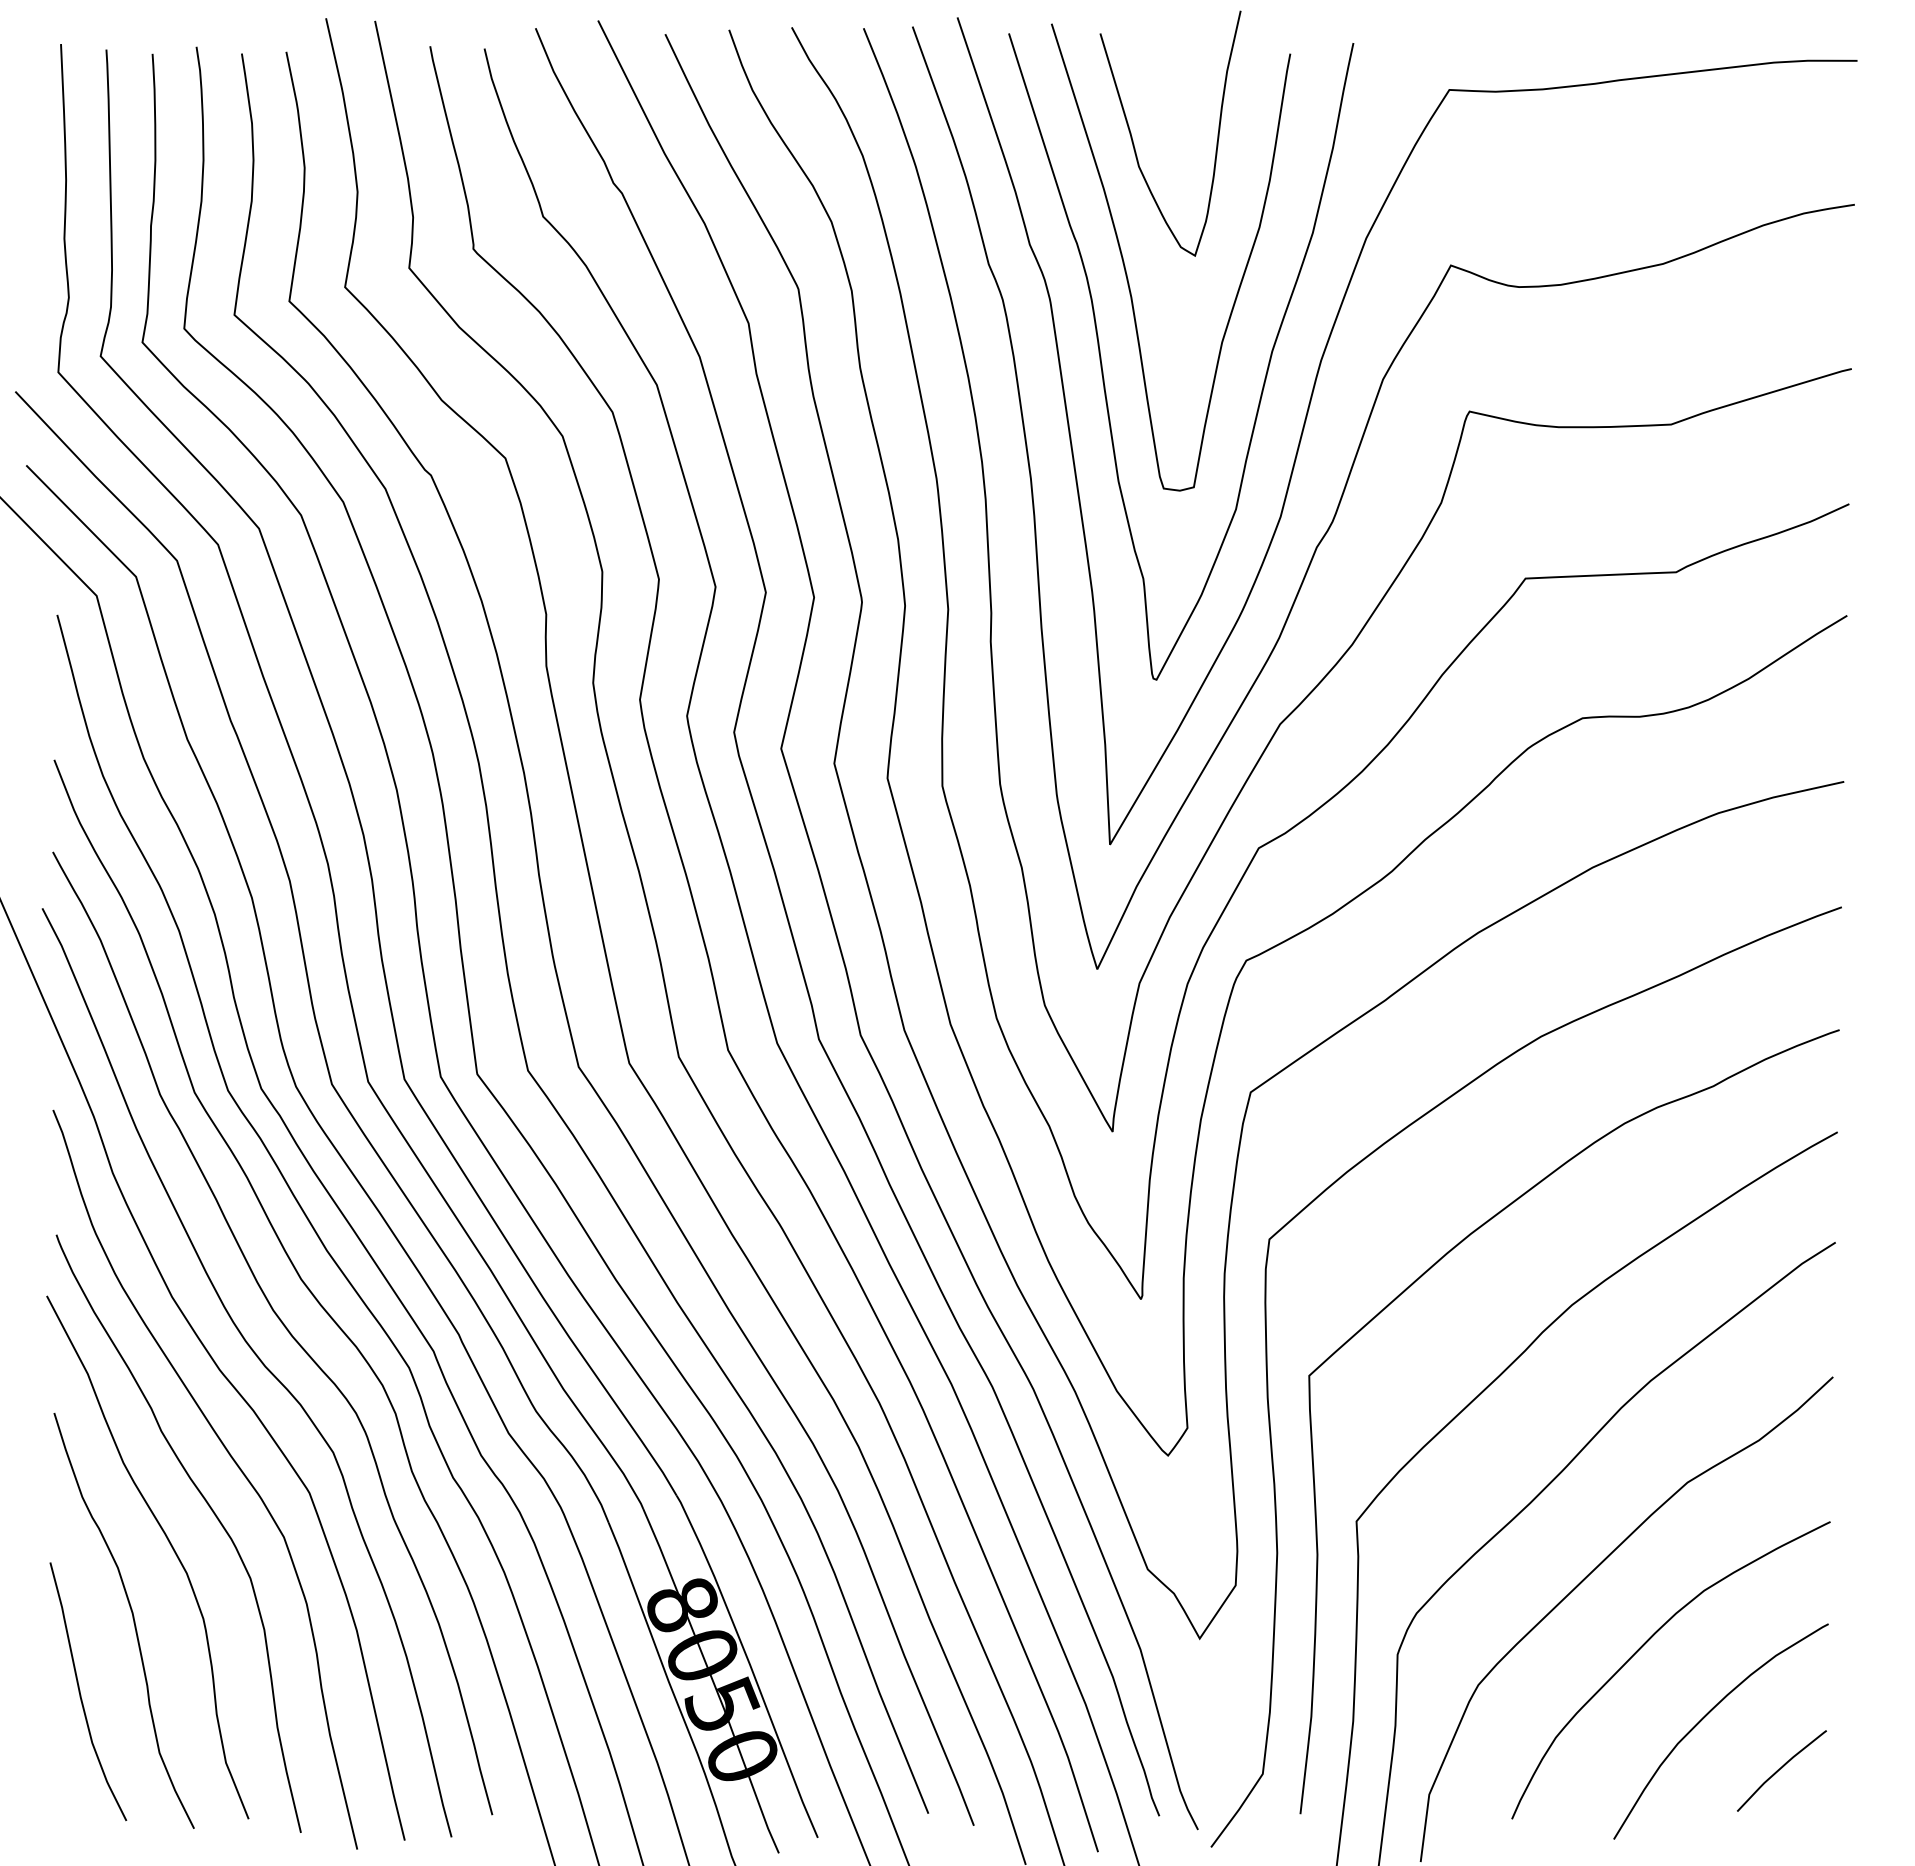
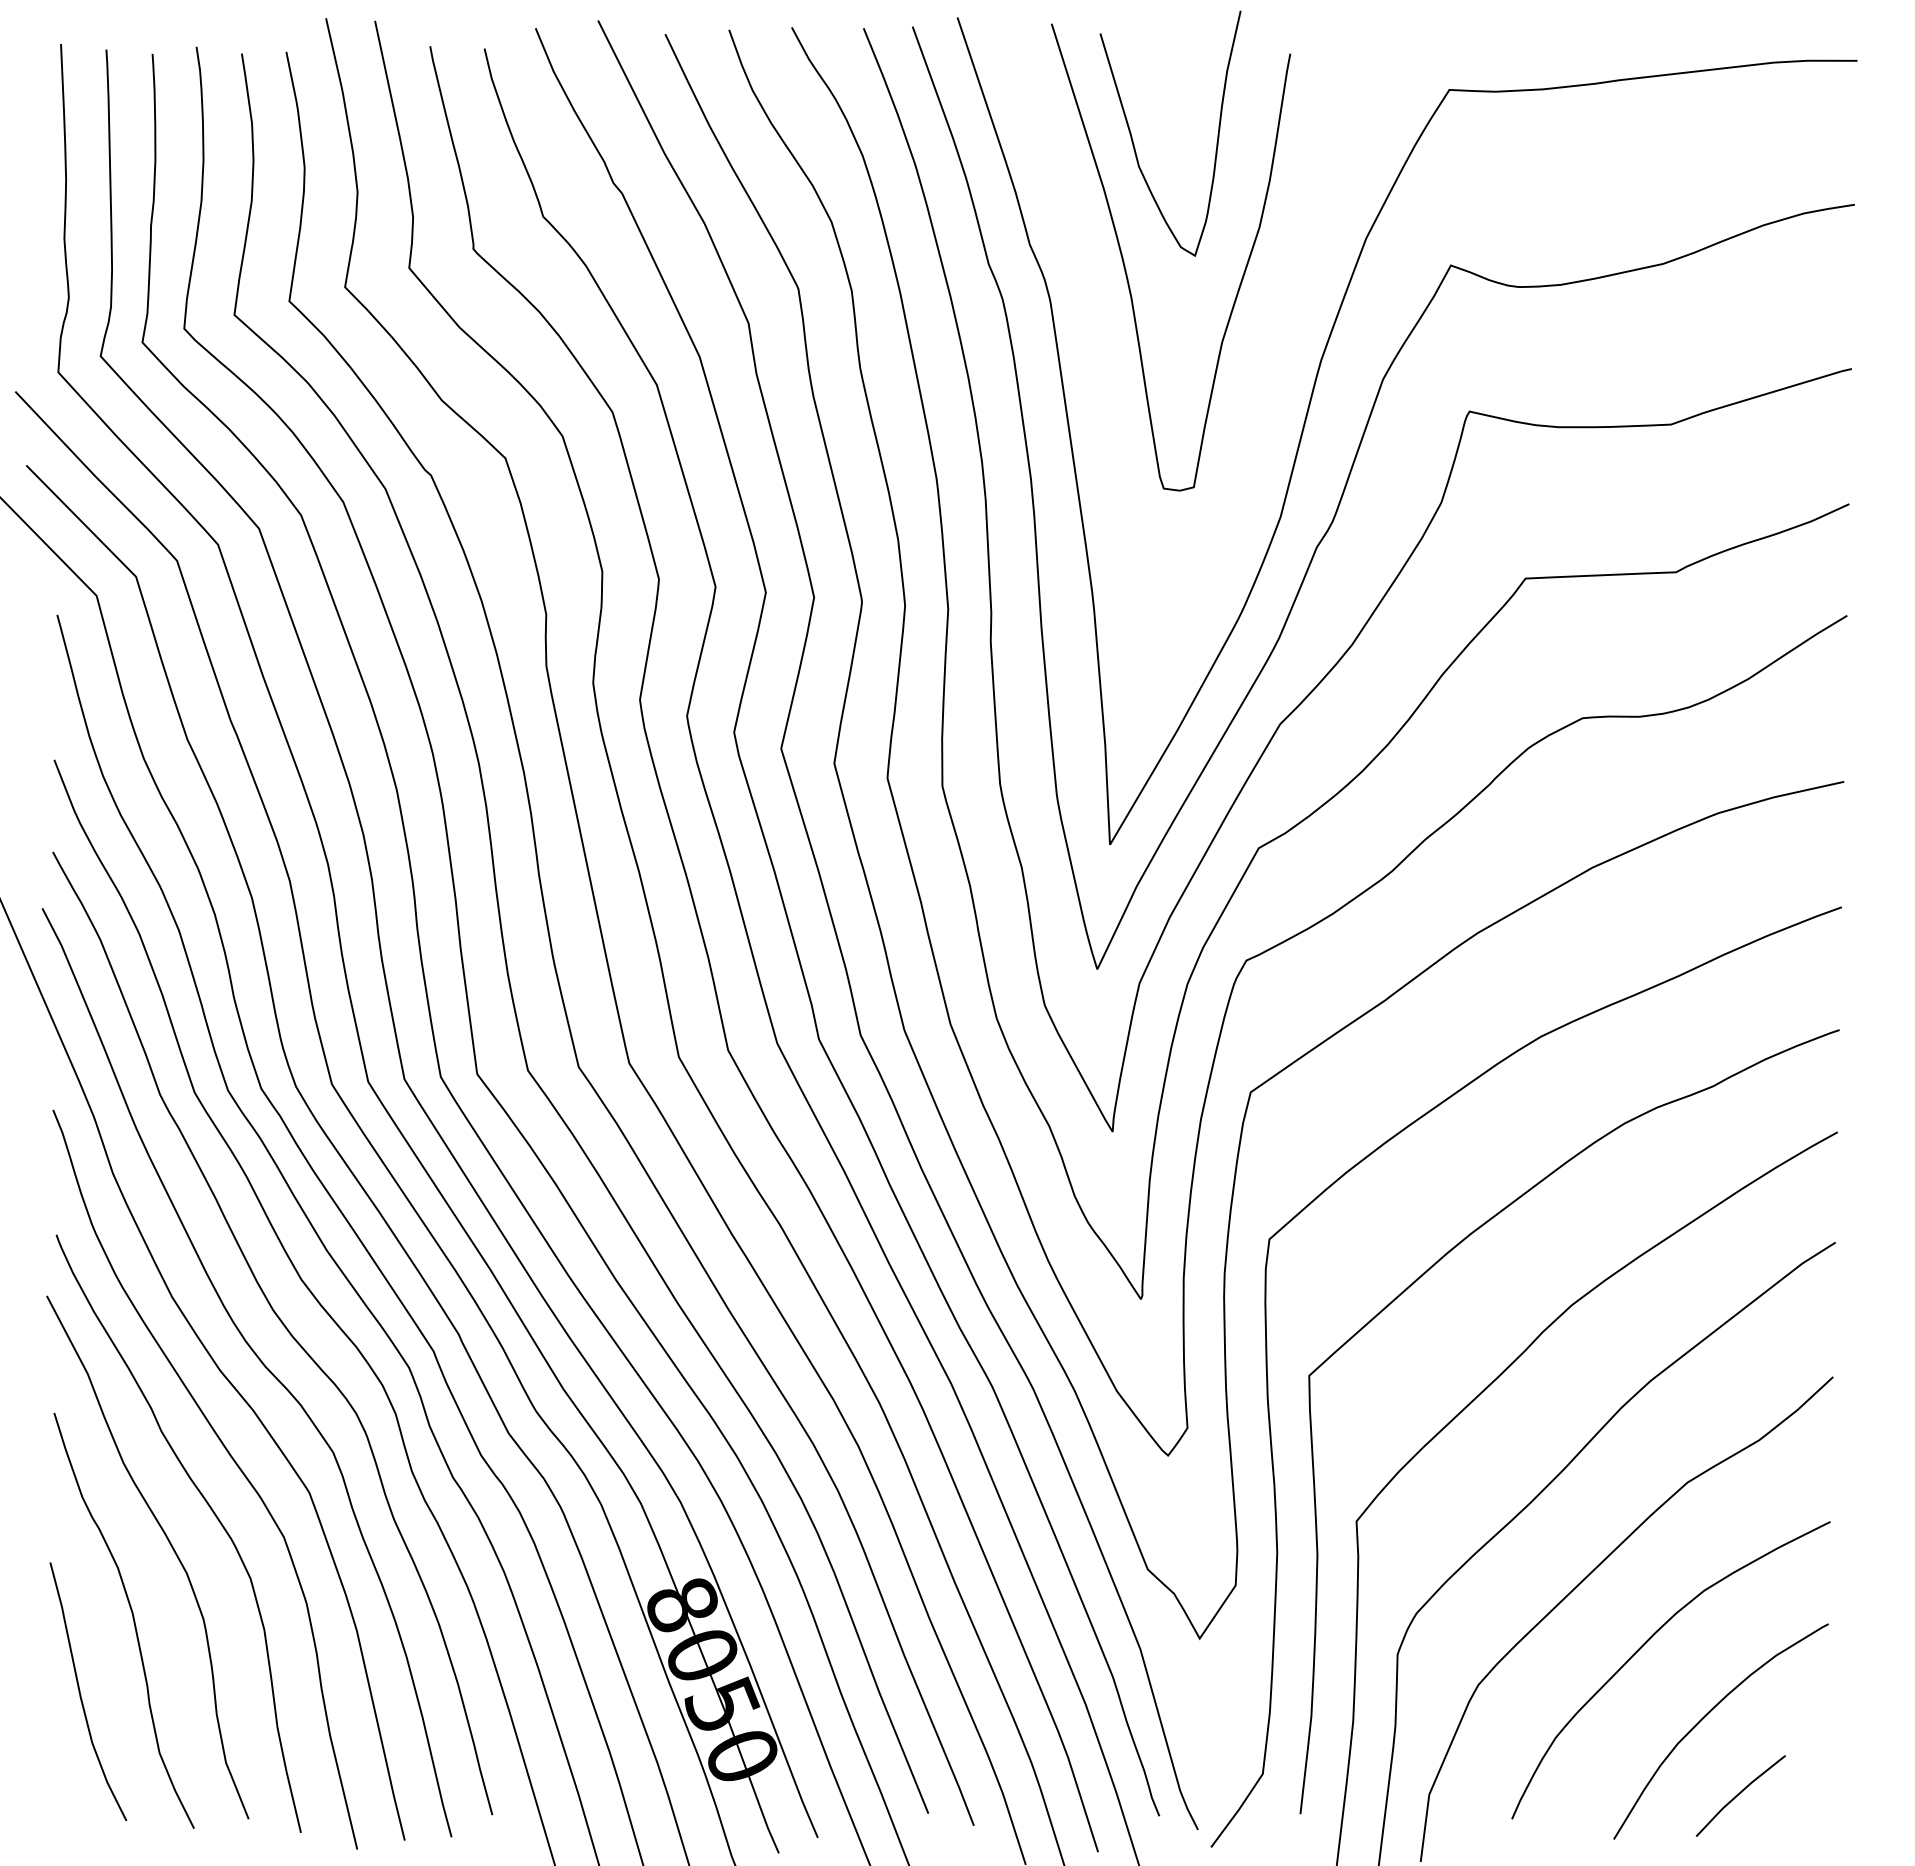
curve at (1102, 363): present -> none
curve at (1780, 1769) position: (1780, 1769) -> (1739, 1794)
